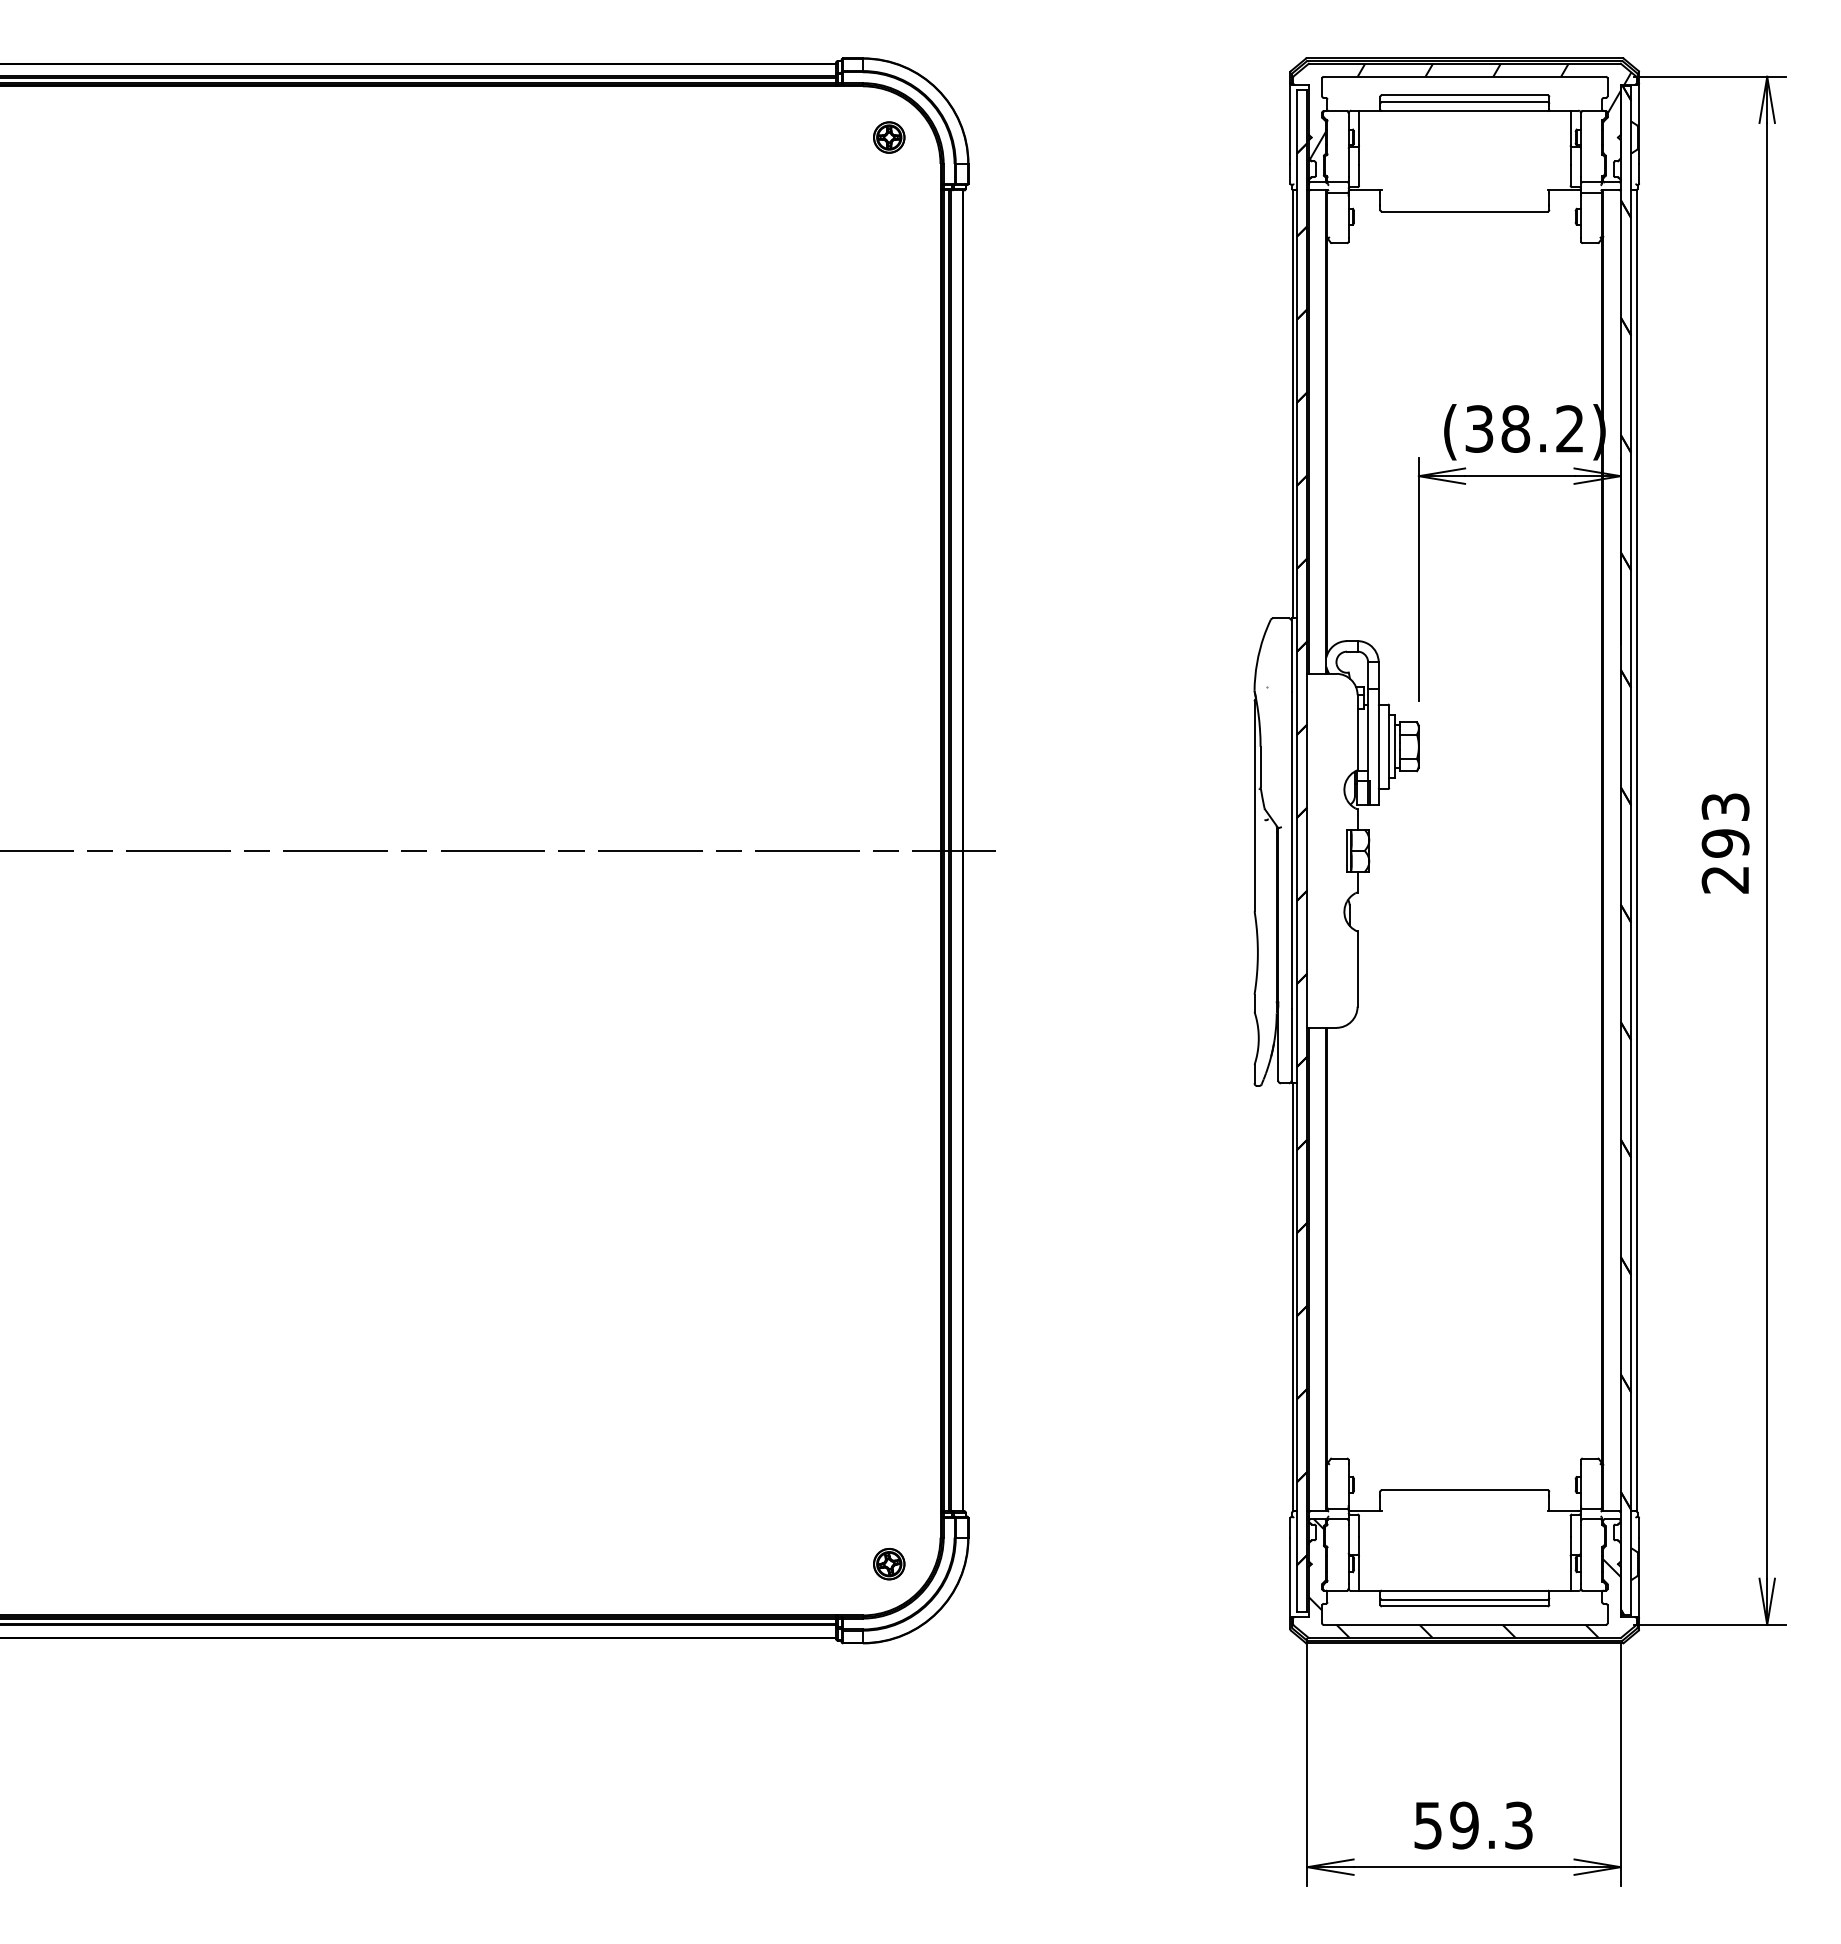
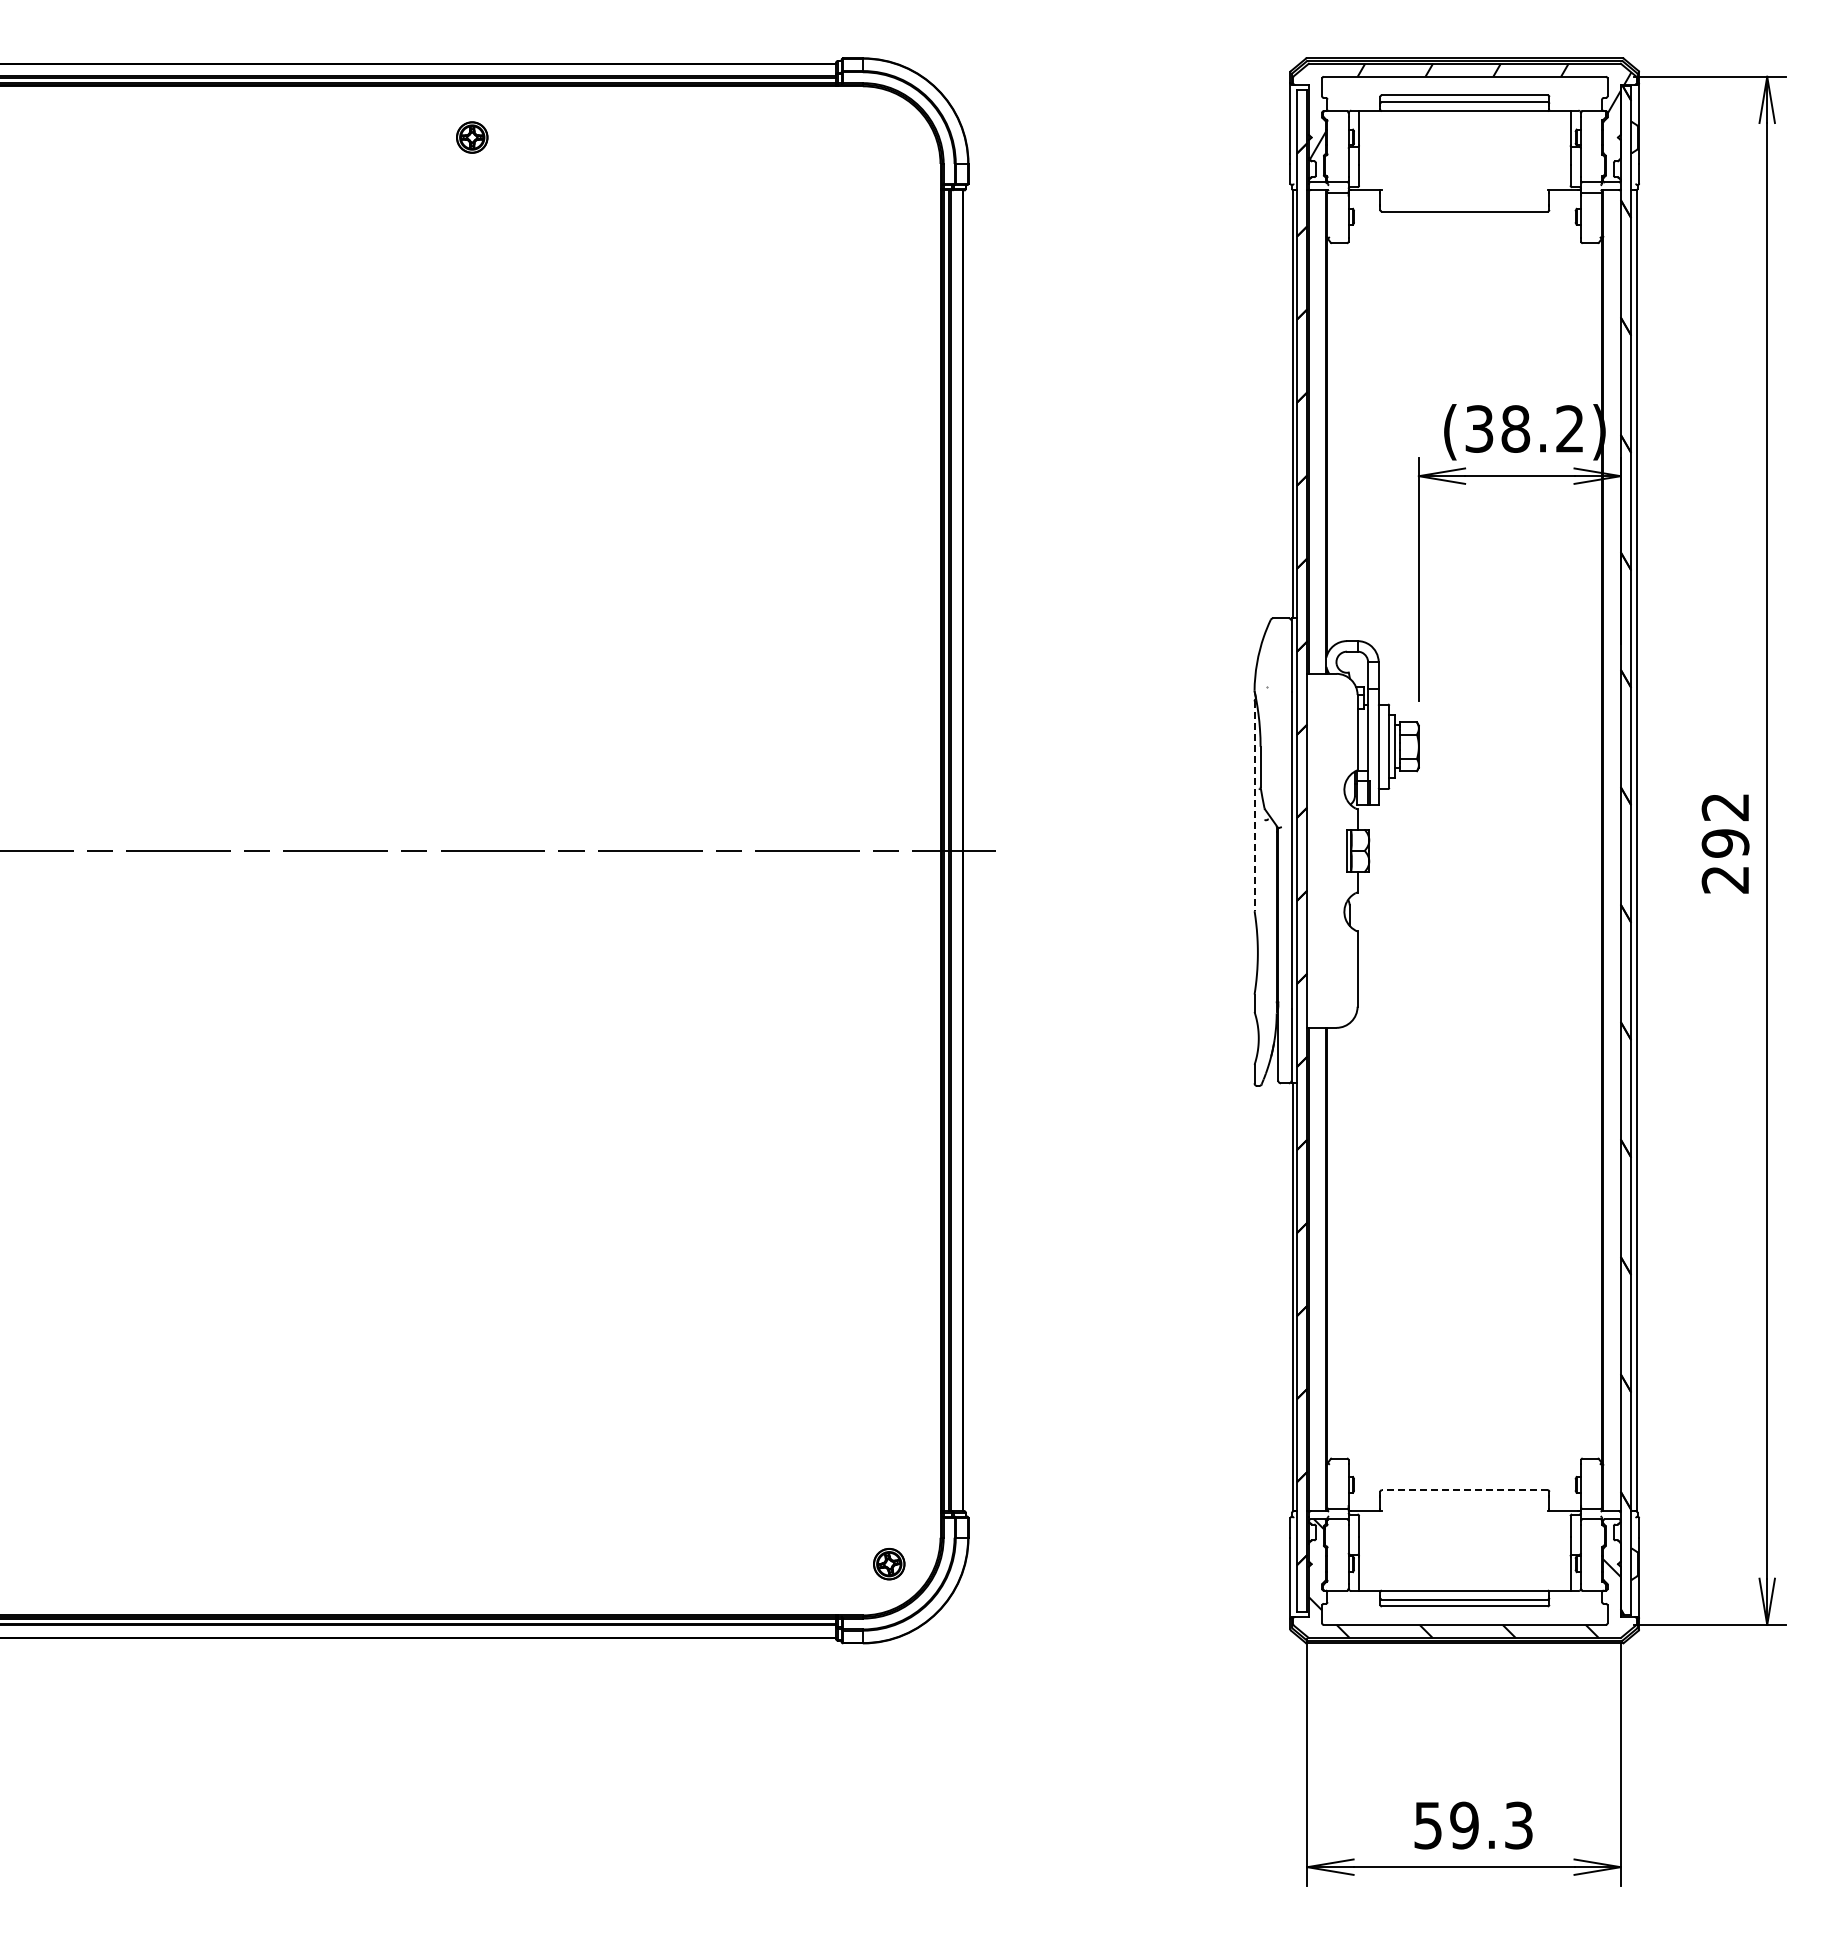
part at (889, 137) position: (889, 137) -> (472, 137)
line at (1254, 806): solid -> dashed
text at (1725, 807): 293 -> 292
line at (1464, 1490): solid -> dashed
